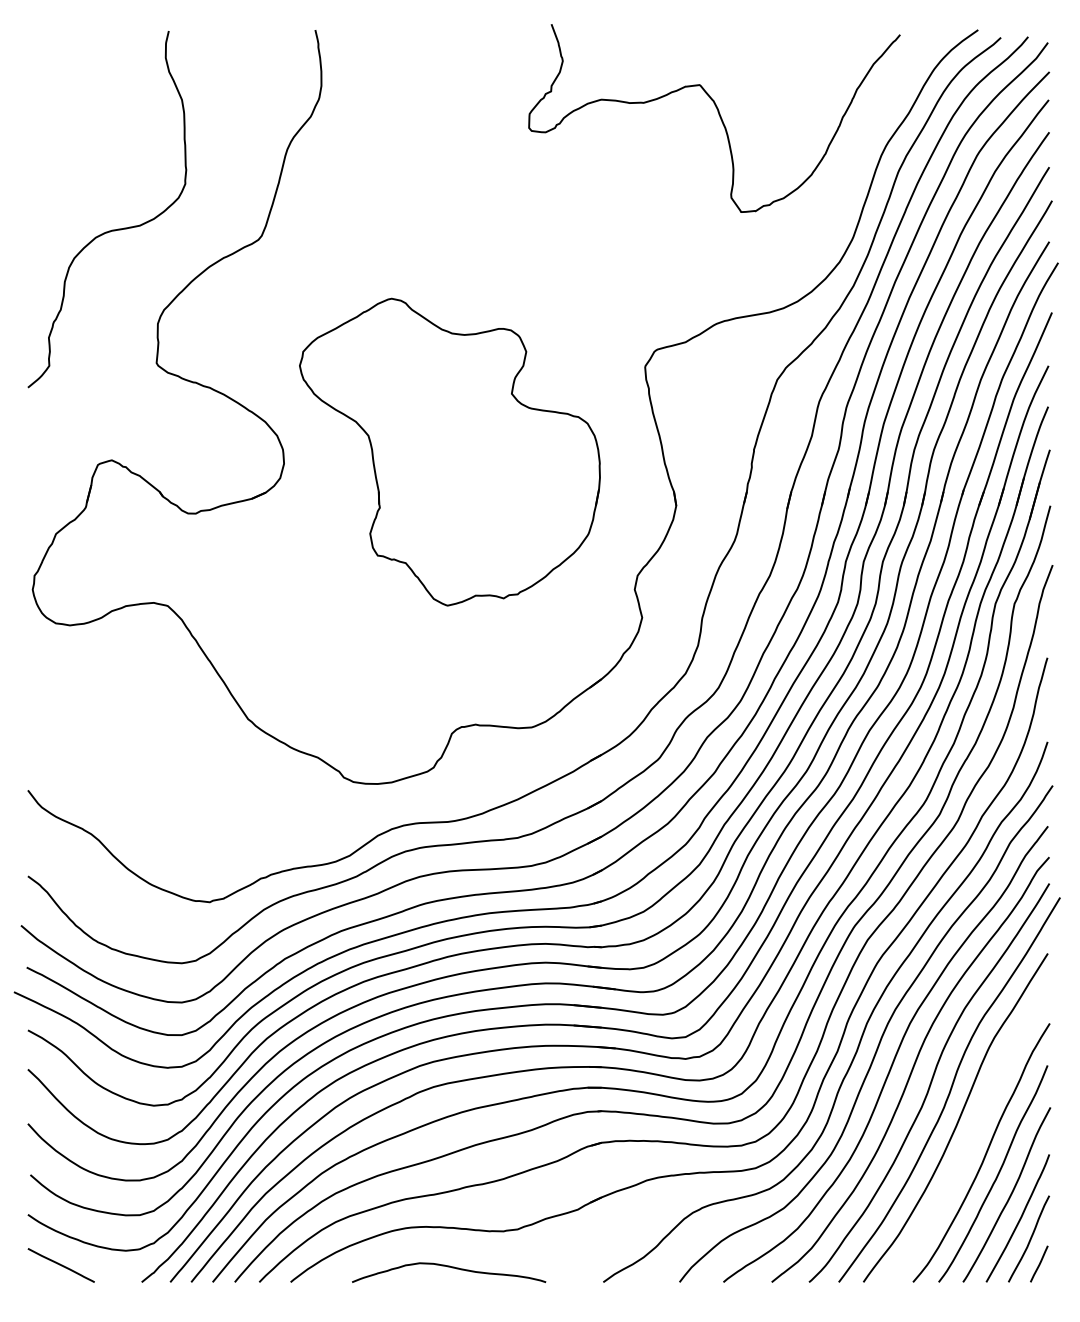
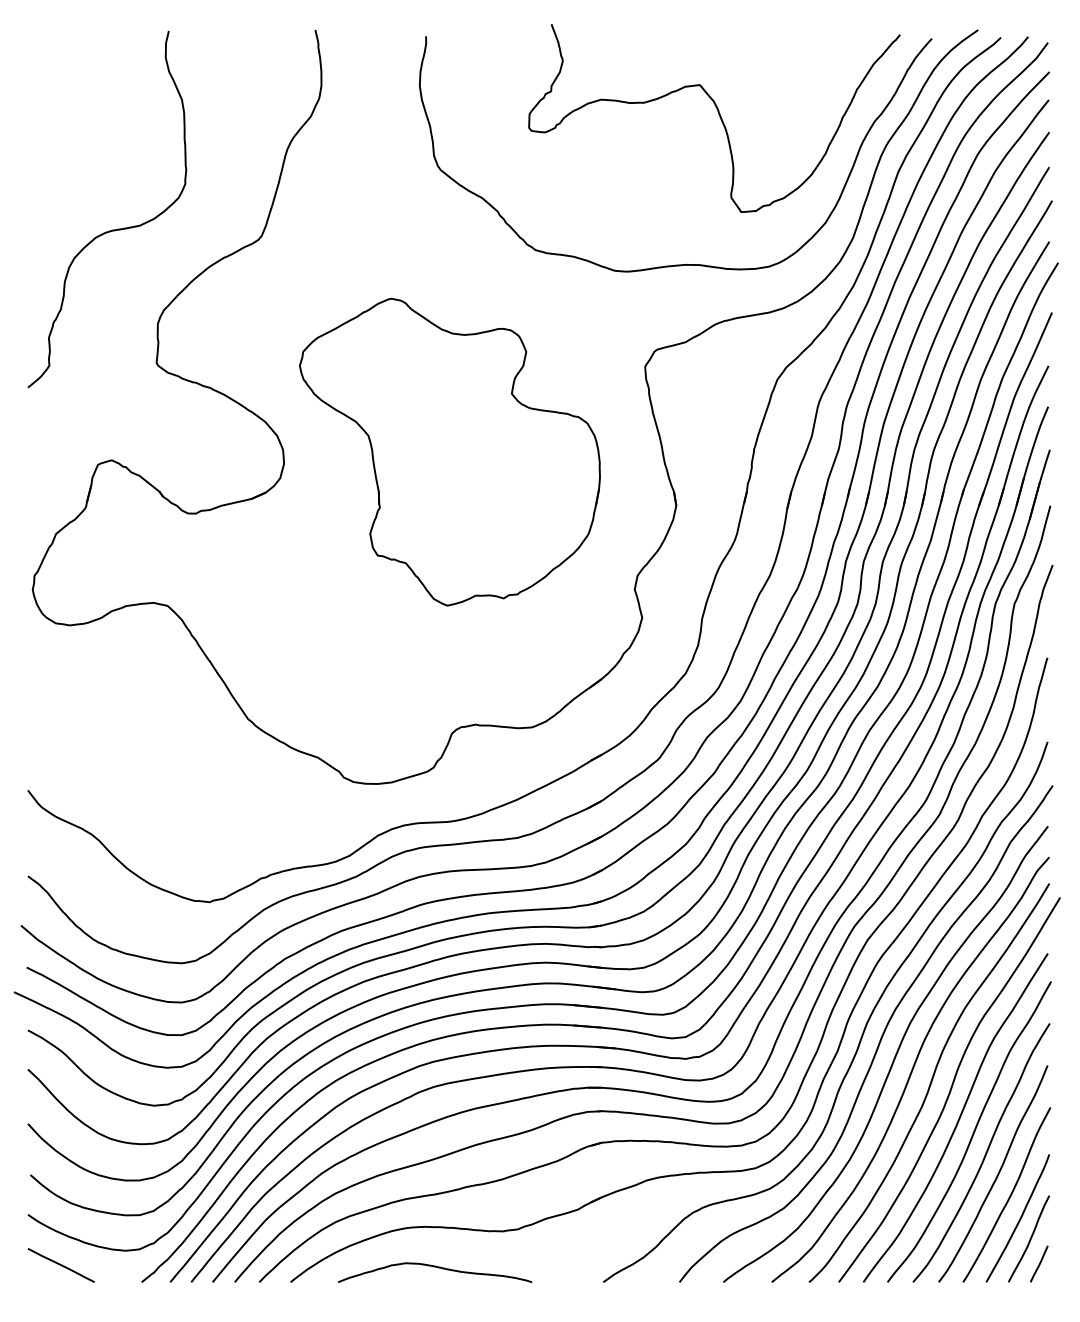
curve at (675, 264): none -> present
curve at (972, 1133): none -> present
curve at (449, 1267) position: (449, 1267) -> (435, 1267)
